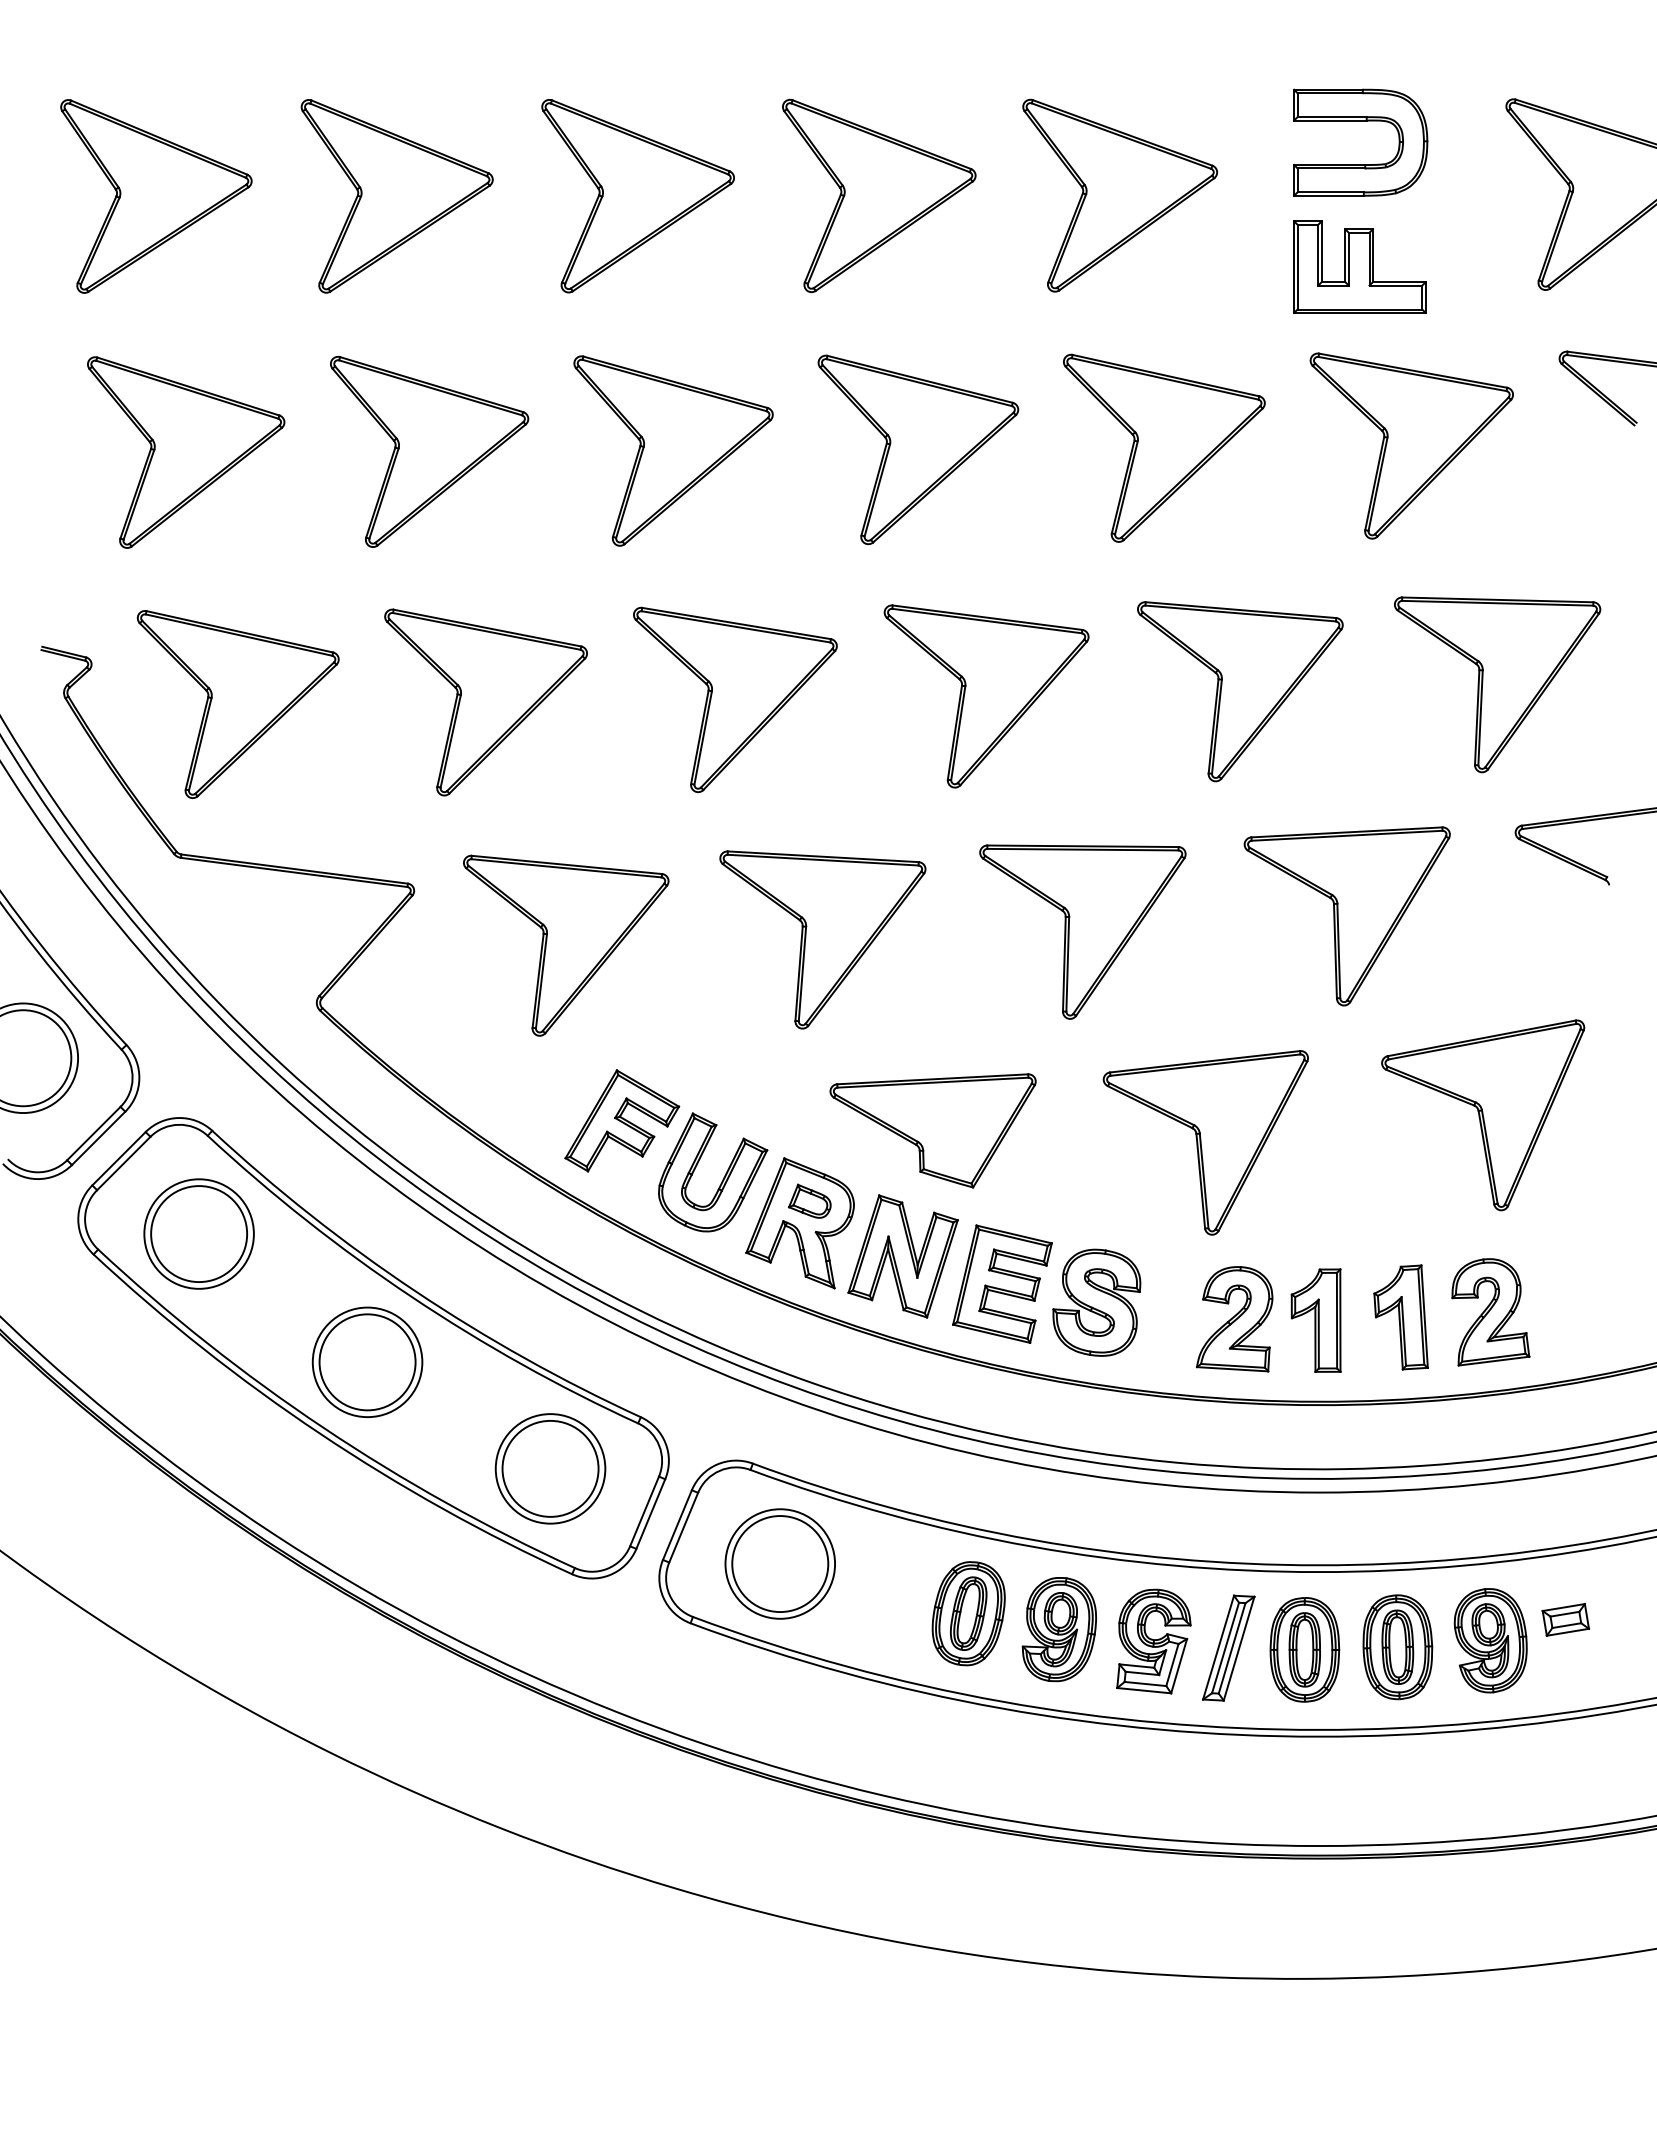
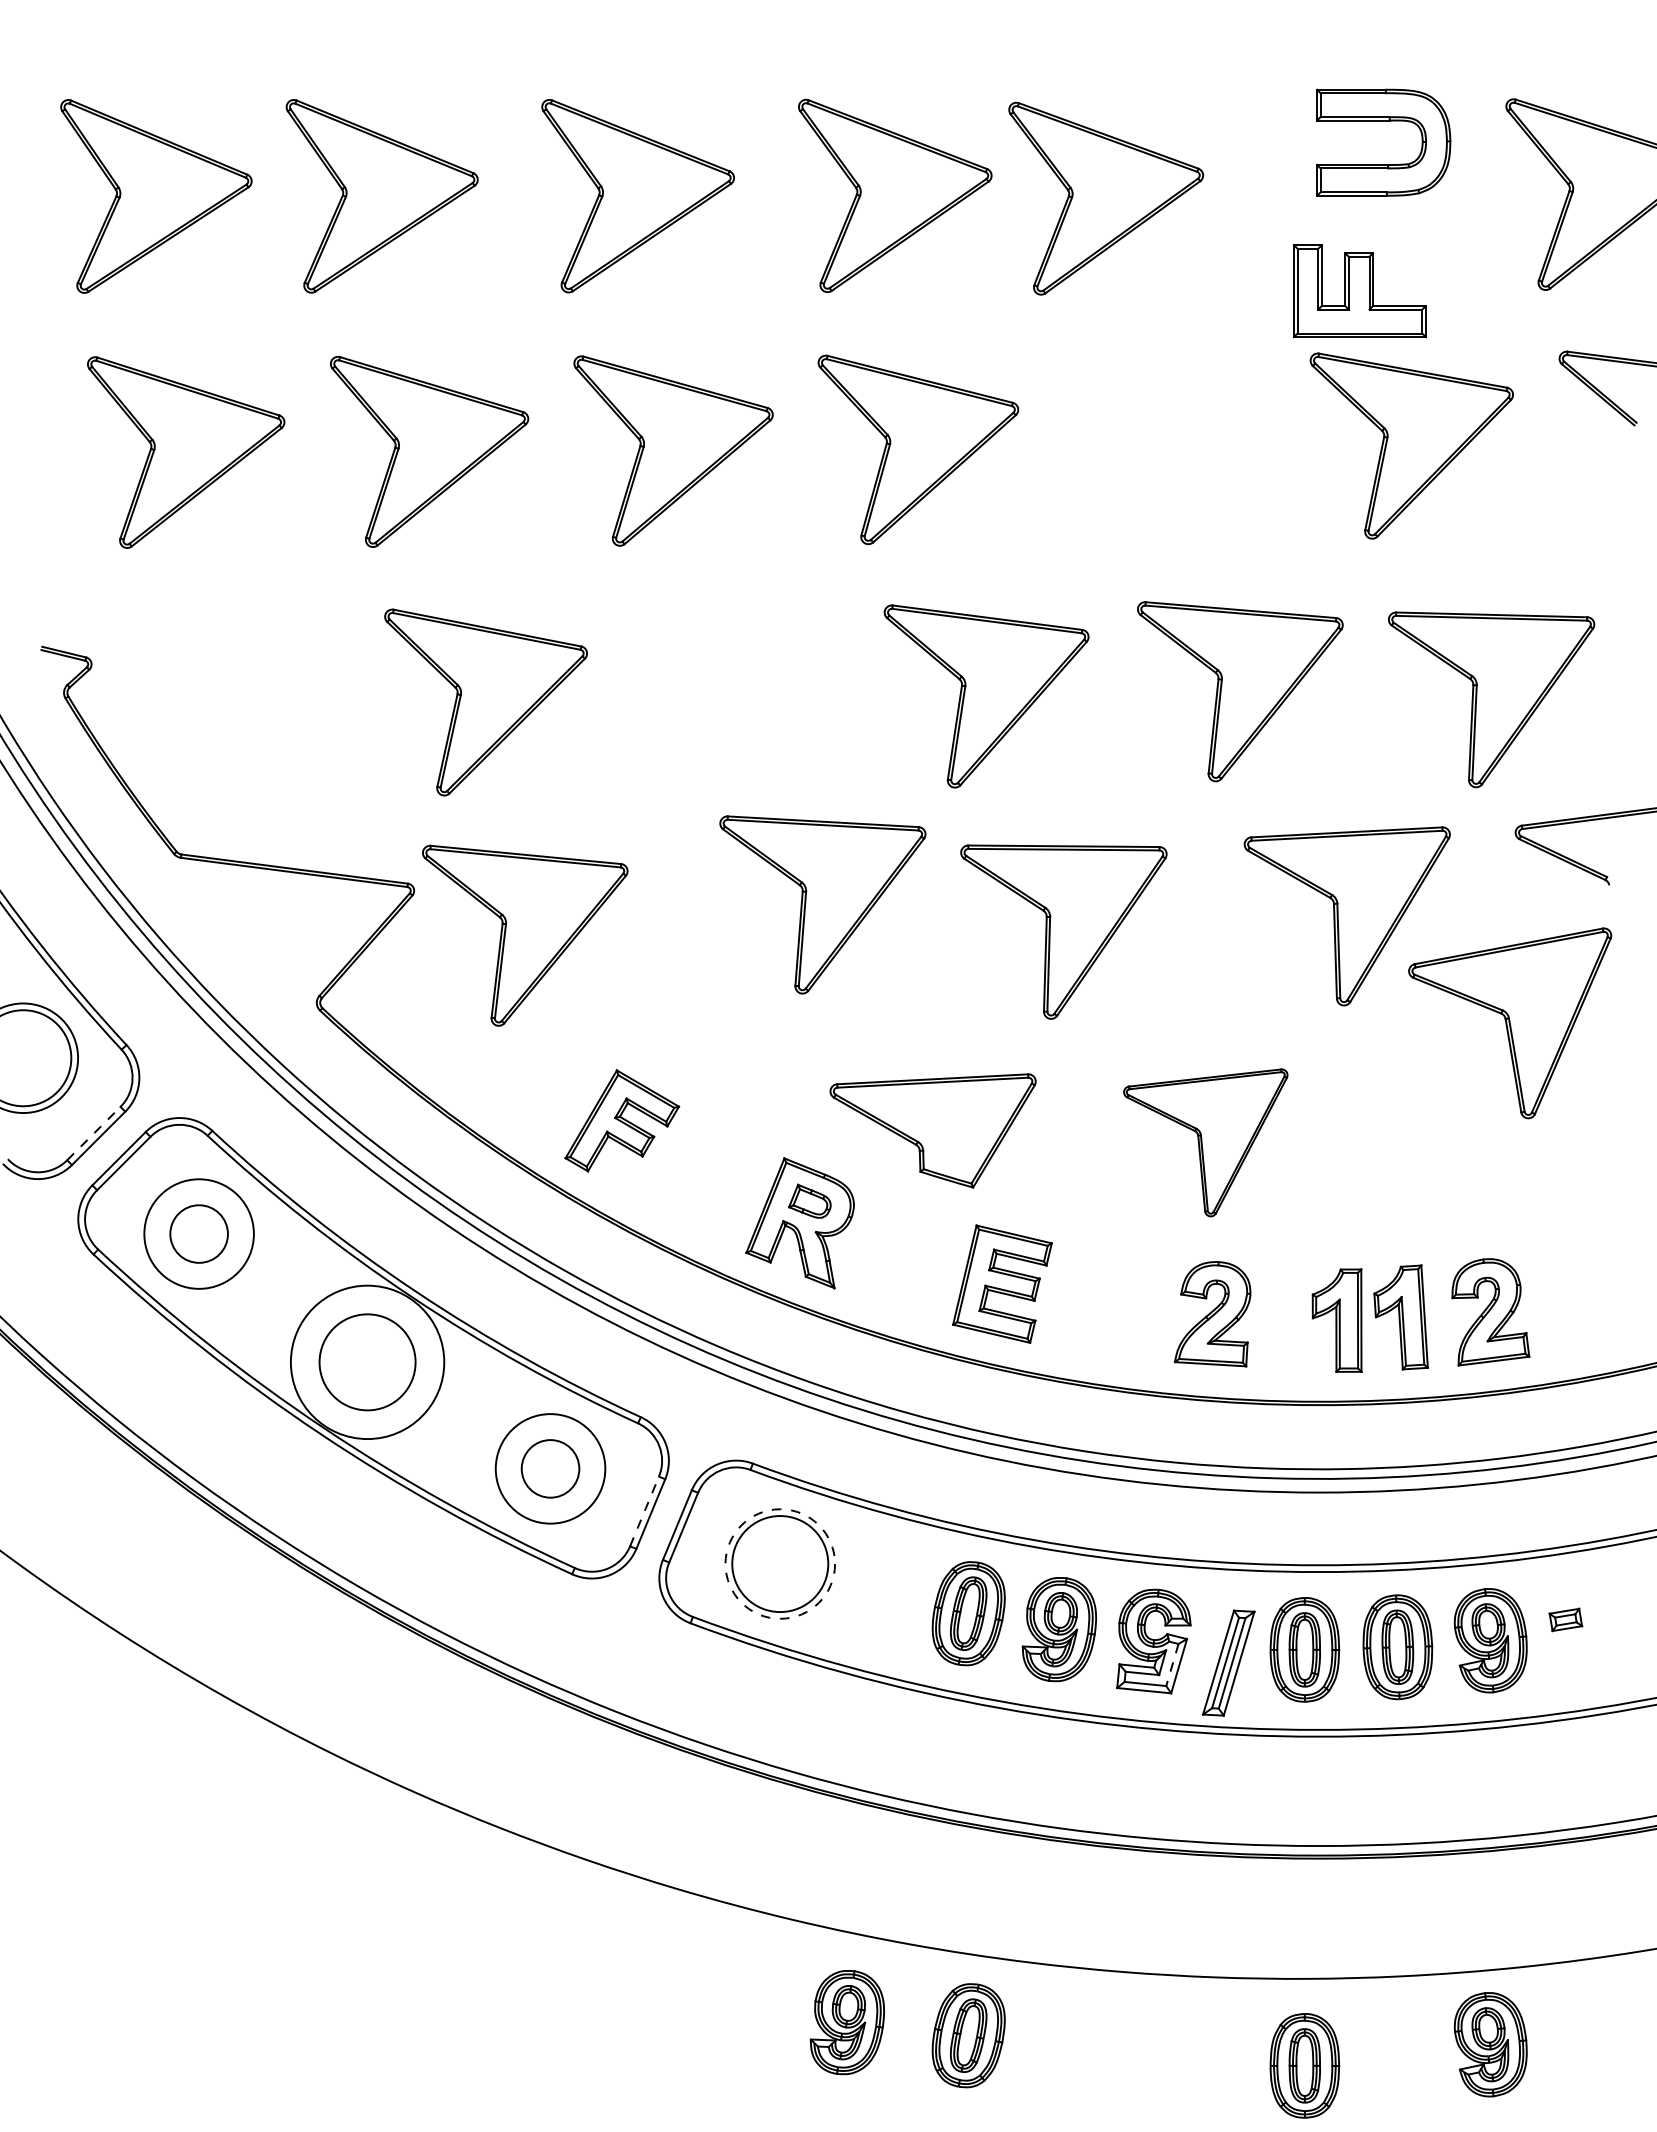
part at (1360, 121) position: (1360, 121) -> (1383, 121)
part at (879, 195) position: (879, 195) -> (895, 195)
part at (1120, 195) position: (1120, 195) -> (1106, 198)
part at (396, 196) position: (396, 196) -> (381, 196)
part at (1359, 266) position: (1359, 266) -> (1359, 290)
part at (1164, 447): present -> none
part at (1497, 684) position: (1497, 684) -> (1491, 699)
part at (735, 699): present -> none
part at (237, 704): present -> none
part at (1082, 931) position: (1082, 931) -> (1063, 931)
part at (822, 939) position: (822, 939) -> (822, 904)
part at (566, 945) position: (566, 945) -> (525, 935)
part at (1483, 1115) position: (1483, 1115) -> (1510, 1023)
line at (93, 1133): solid -> dashed
part at (1205, 1142) size: 207x186 px -> 166x150 px
part at (723, 1177): present -> none
circle at (199, 1234) diameter: 96 px -> 58 px
part at (902, 1256): present -> none
part at (1096, 1302): present -> none
part at (1234, 1319) position: (1234, 1319) -> (1212, 1314)
part at (1315, 1320) position: (1315, 1320) -> (1336, 1320)
circle at (367, 1362) diameter: 110 px -> 153 px
circle at (550, 1468) diameter: 96 px -> 58 px
line at (644, 1511): solid -> dashed
circle at (780, 1563): solid -> dashed
part at (1565, 1619) size: 50x34 px -> 36x26 px
part at (1228, 1647) position: (1228, 1647) -> (1228, 1662)
line at (1172, 1665): solid -> dashed
part at (846, 2022): none -> present
part at (968, 2035): none -> present
part at (1490, 2044): none -> present
part at (1304, 2065): none -> present
